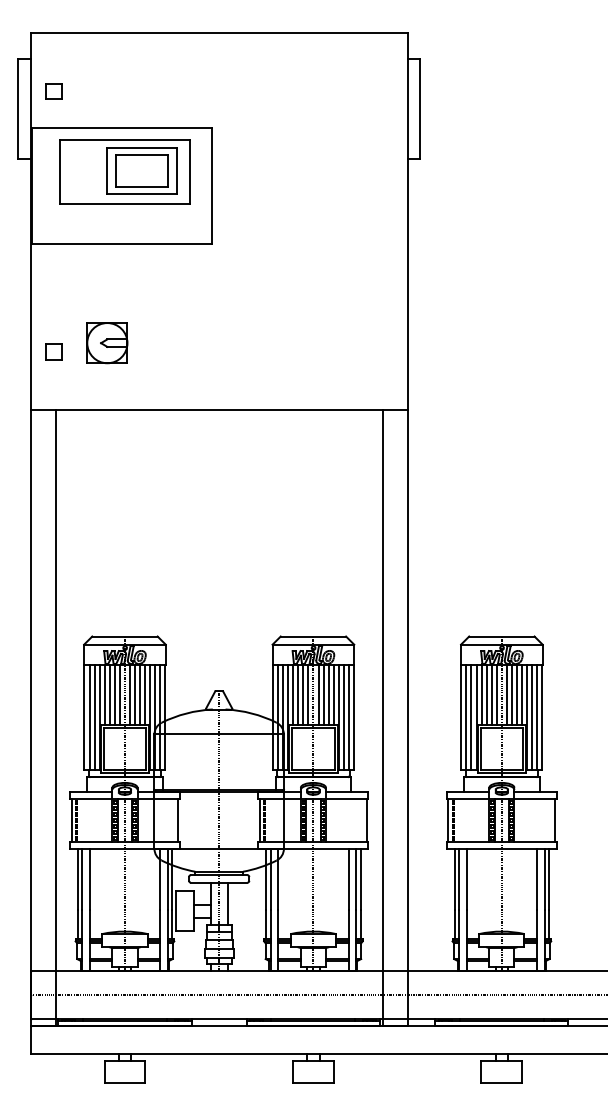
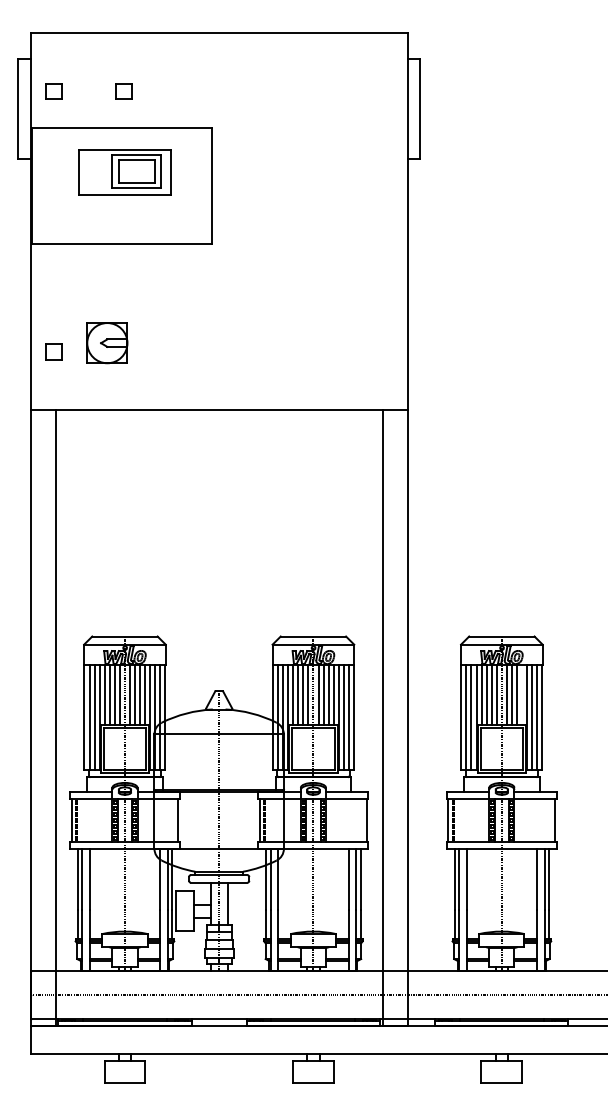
part at (123, 91): none -> present
part at (124, 171) size: 132x66 px -> 94x47 px
line at (522, 694): present -> none
